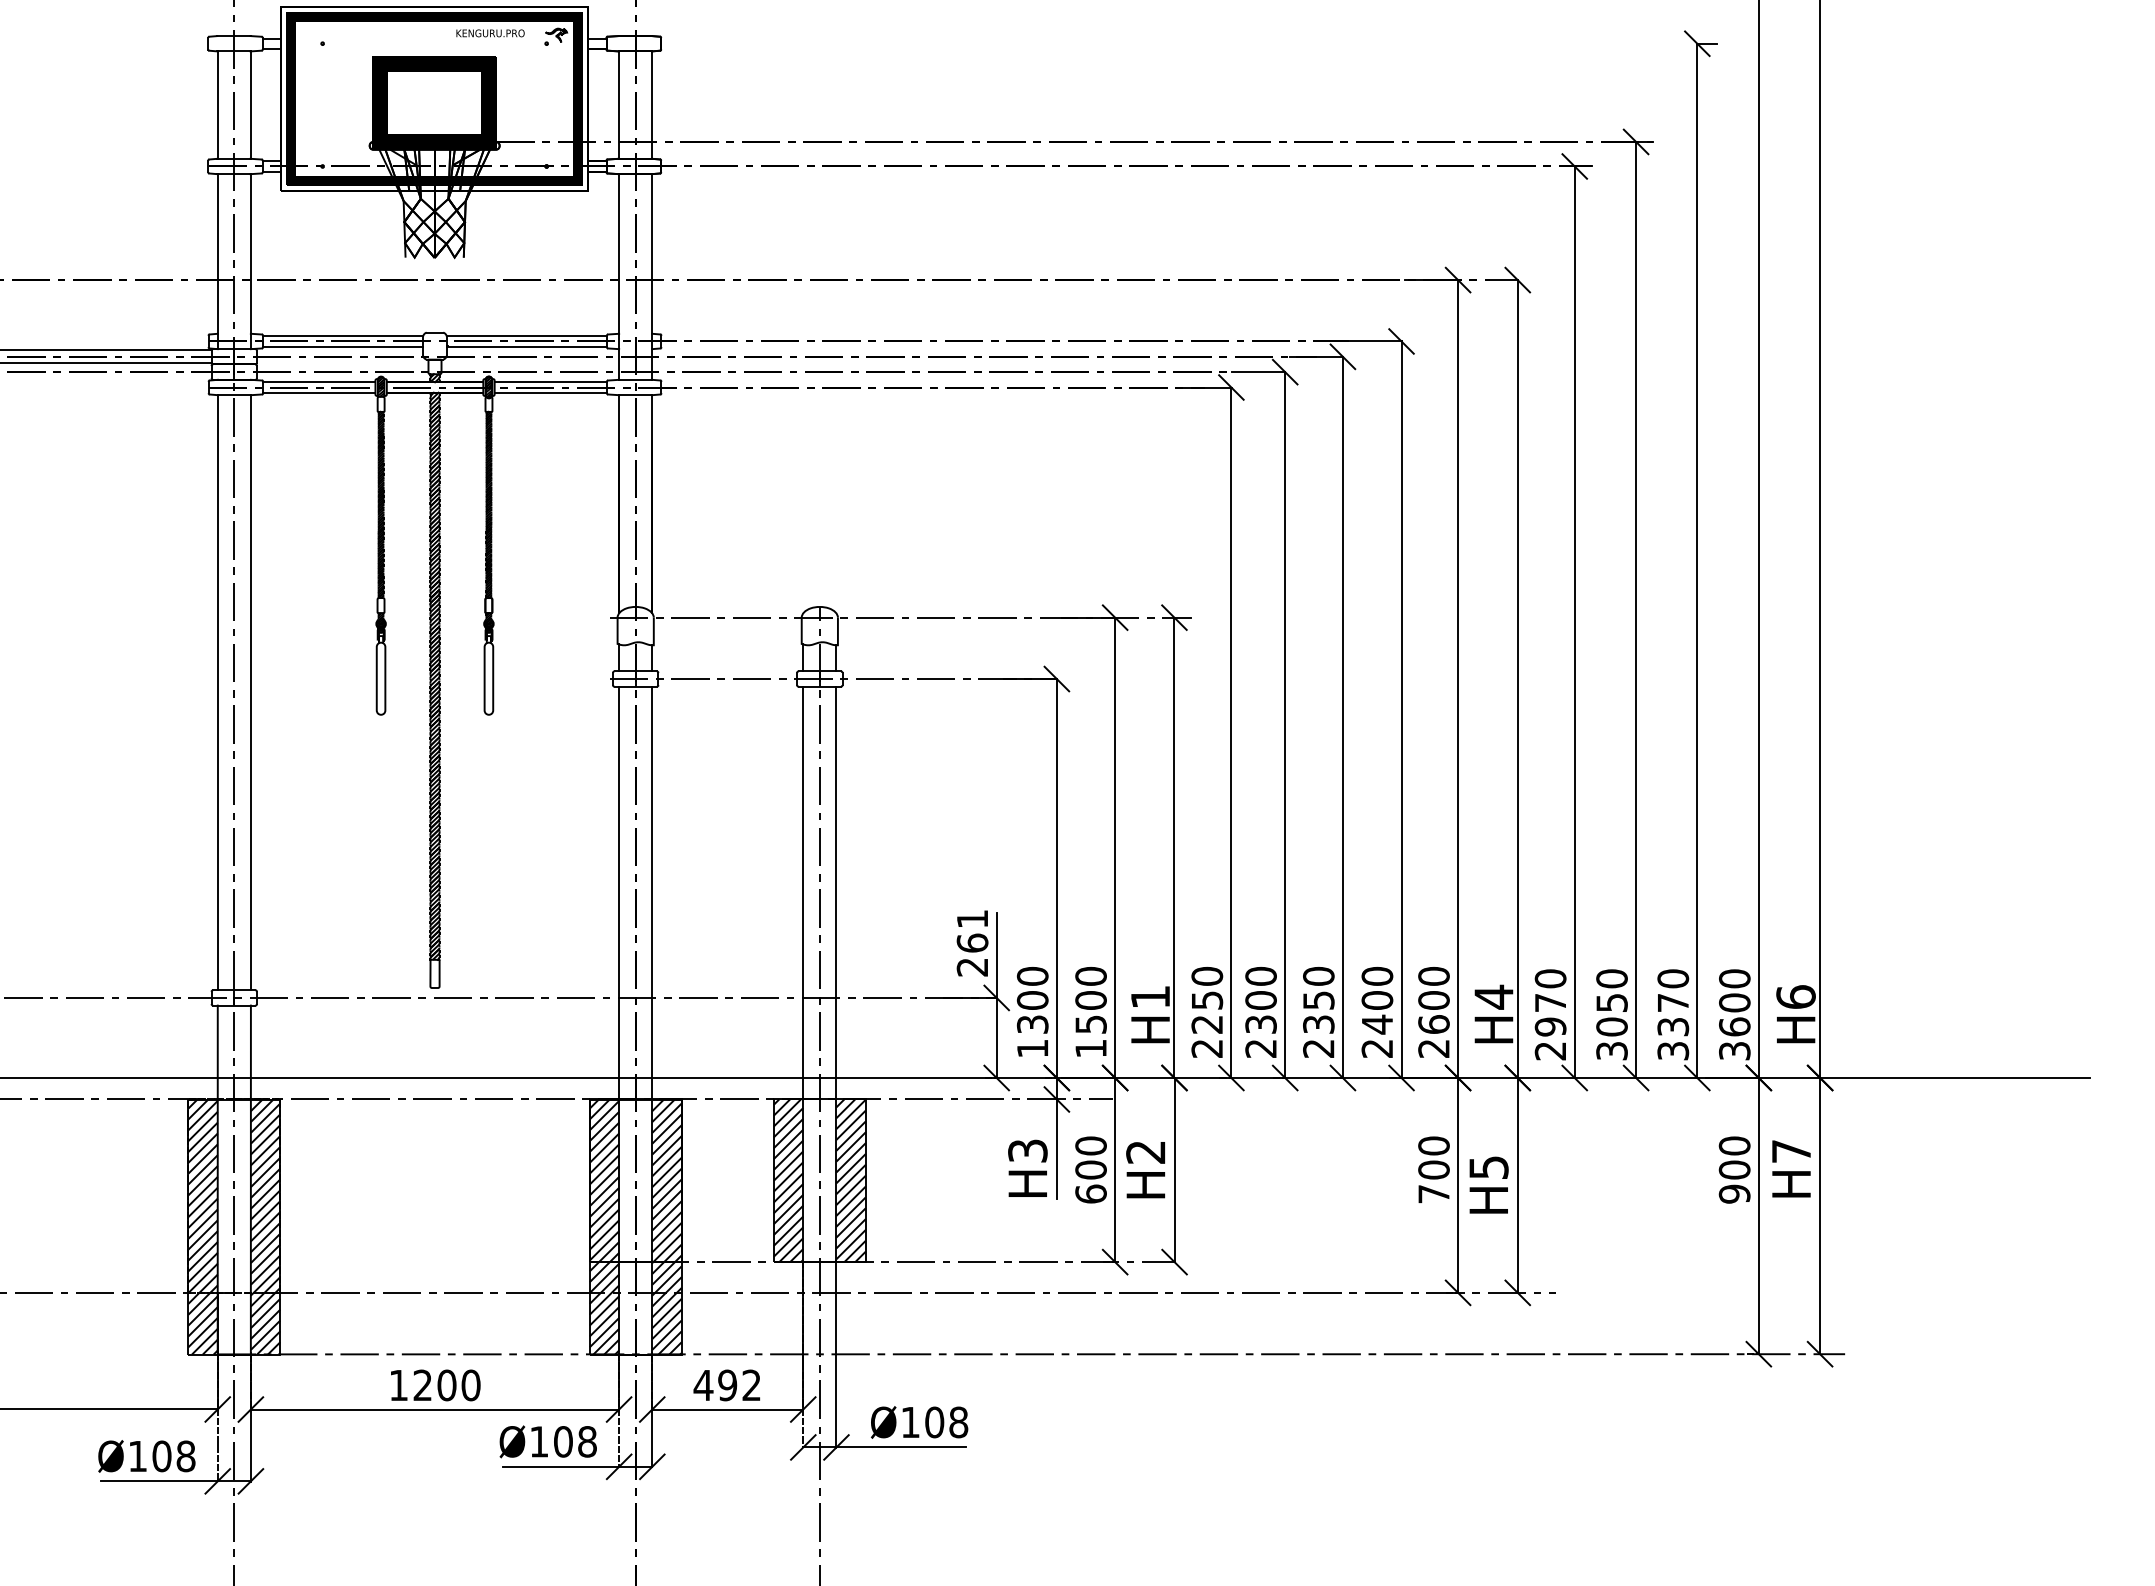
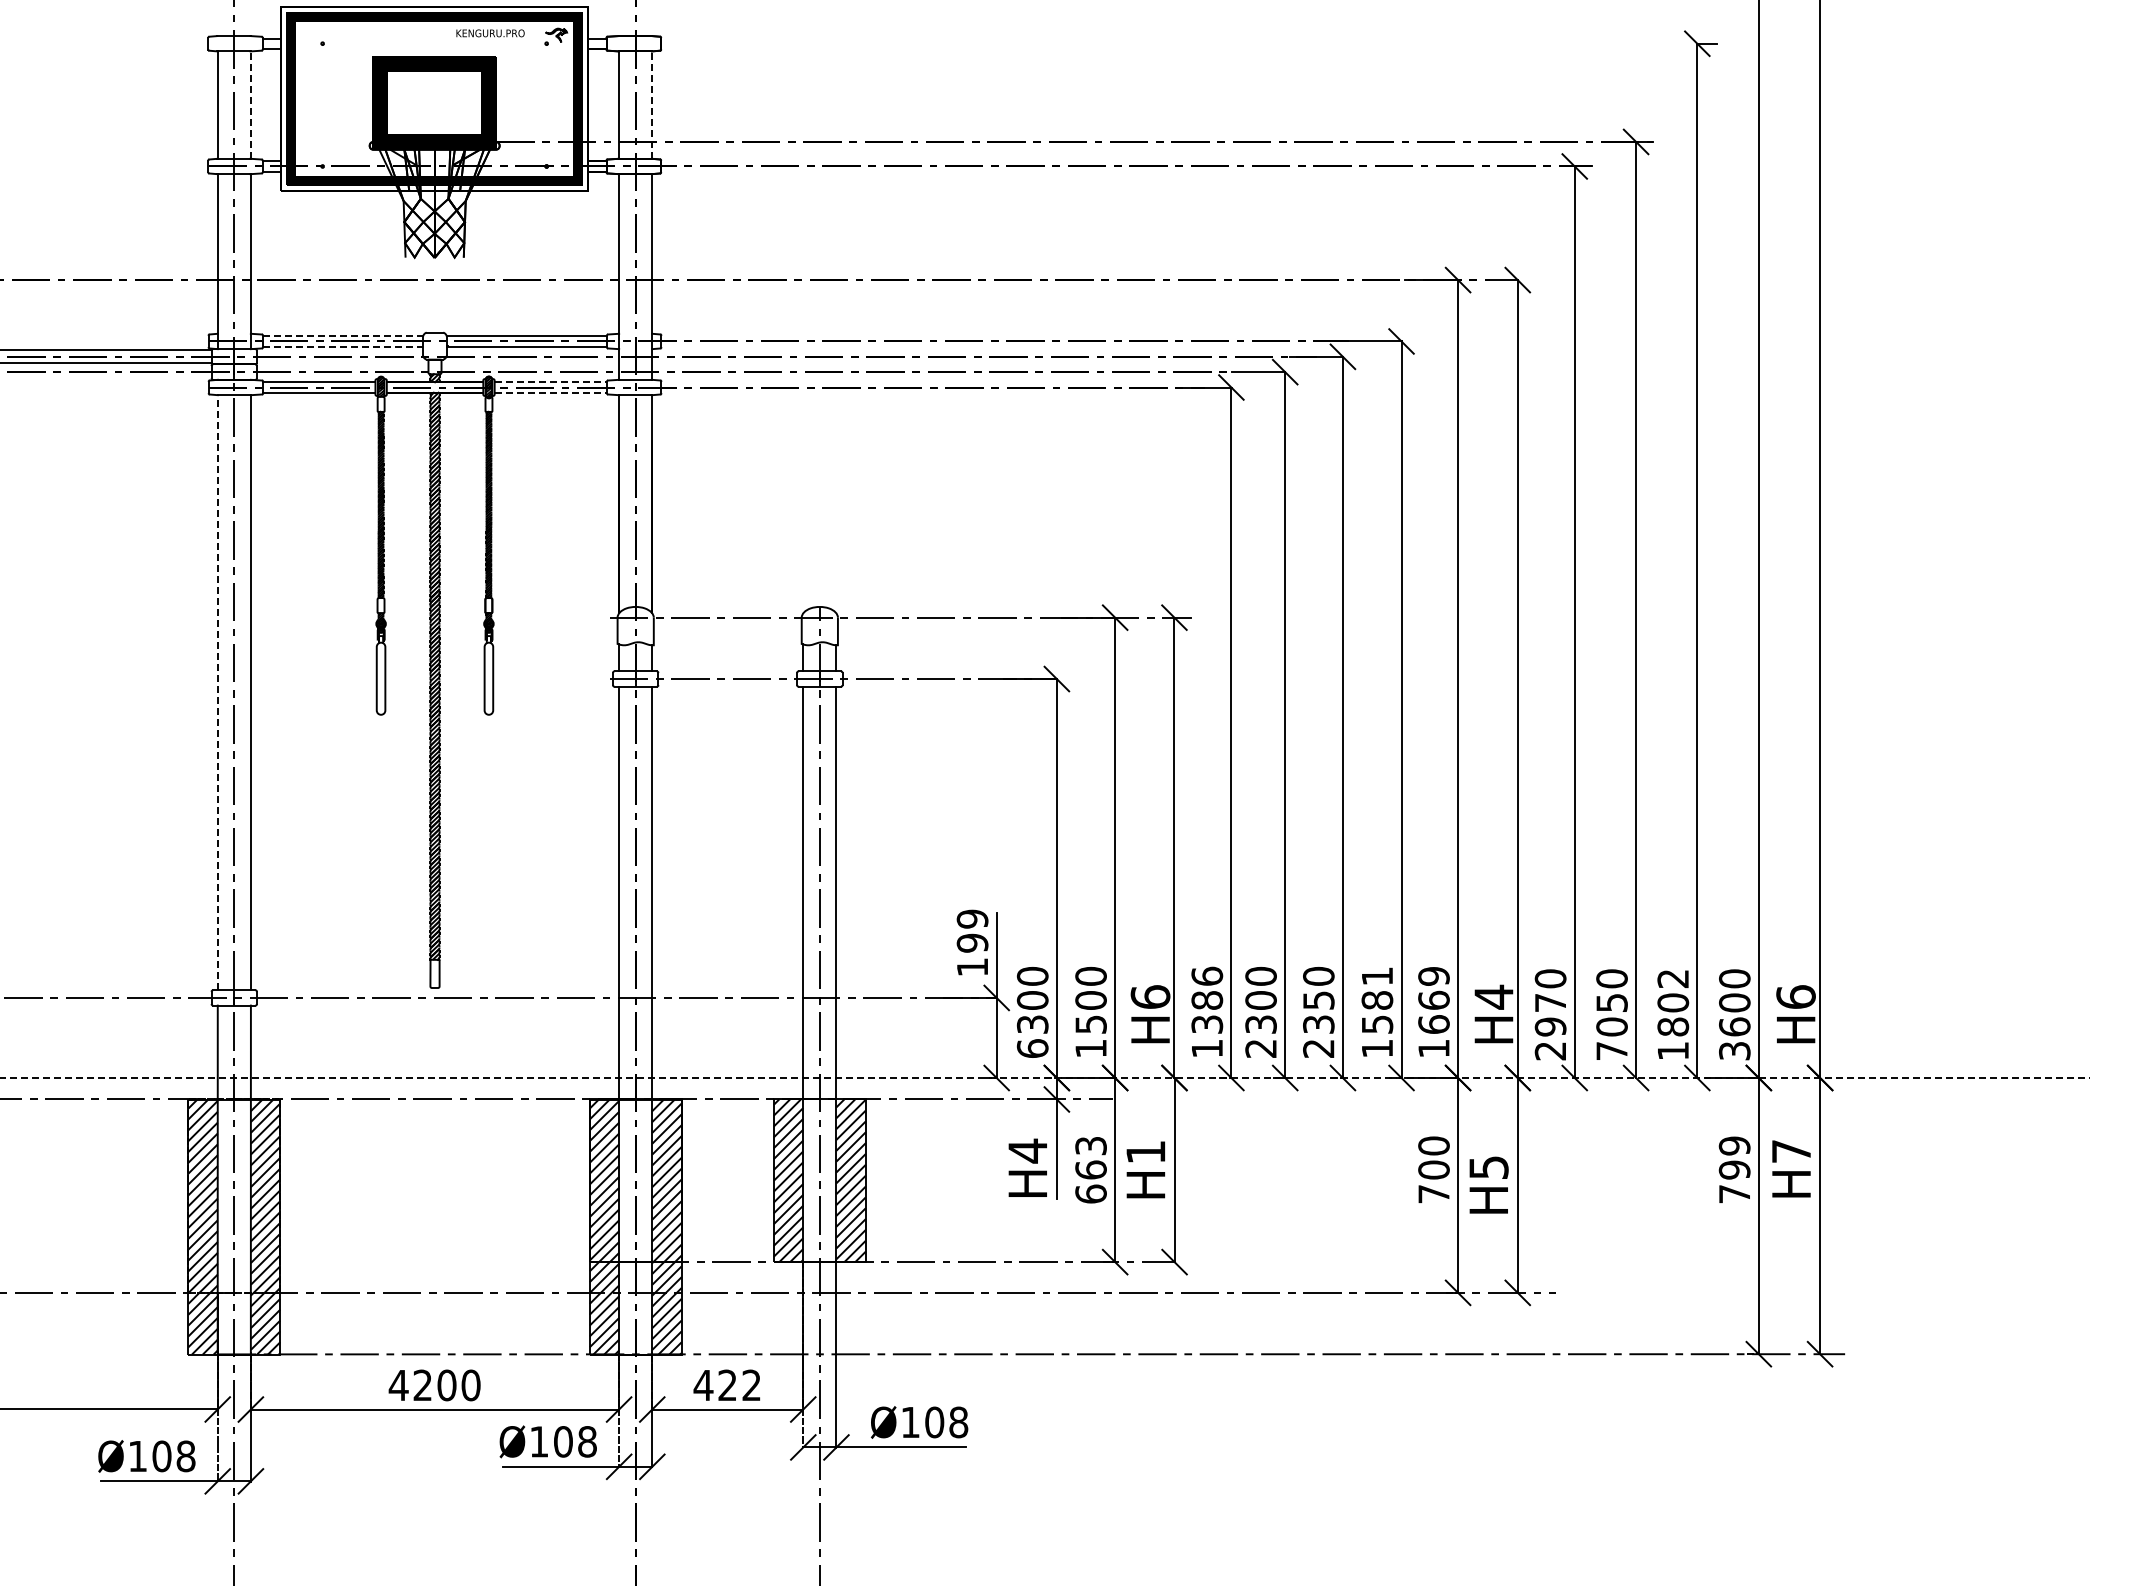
line at (250, 105): solid -> dashed
line at (652, 105): solid -> dashed
line at (343, 336): solid -> dashed
line at (343, 346): solid -> dashed
line at (551, 382): solid -> dashed
line at (551, 392): solid -> dashed
line at (217, 692): solid -> dashed
text at (972, 942): 261 -> 199
text at (1150, 996): H1 -> H6
text at (1207, 1011): 2250 -> 1386
text at (1377, 1011): 2400 -> 1581
text at (1433, 1011): 2600 -> 1669
text at (1673, 1014): 3370 -> 1802
text at (1032, 1048): 1300 -> 6300
text at (1611, 1051): 3050 -> 7050
line at (1045, 1078): solid -> dashed
text at (1027, 1150): H3 -> H4
text at (1145, 1152): H2 -> H1
text at (1090, 1157): 600 -> 663
text at (1734, 1169): 900 -> 799
text at (398, 1385): 1200 -> 4200
text at (727, 1385): 492 -> 422
